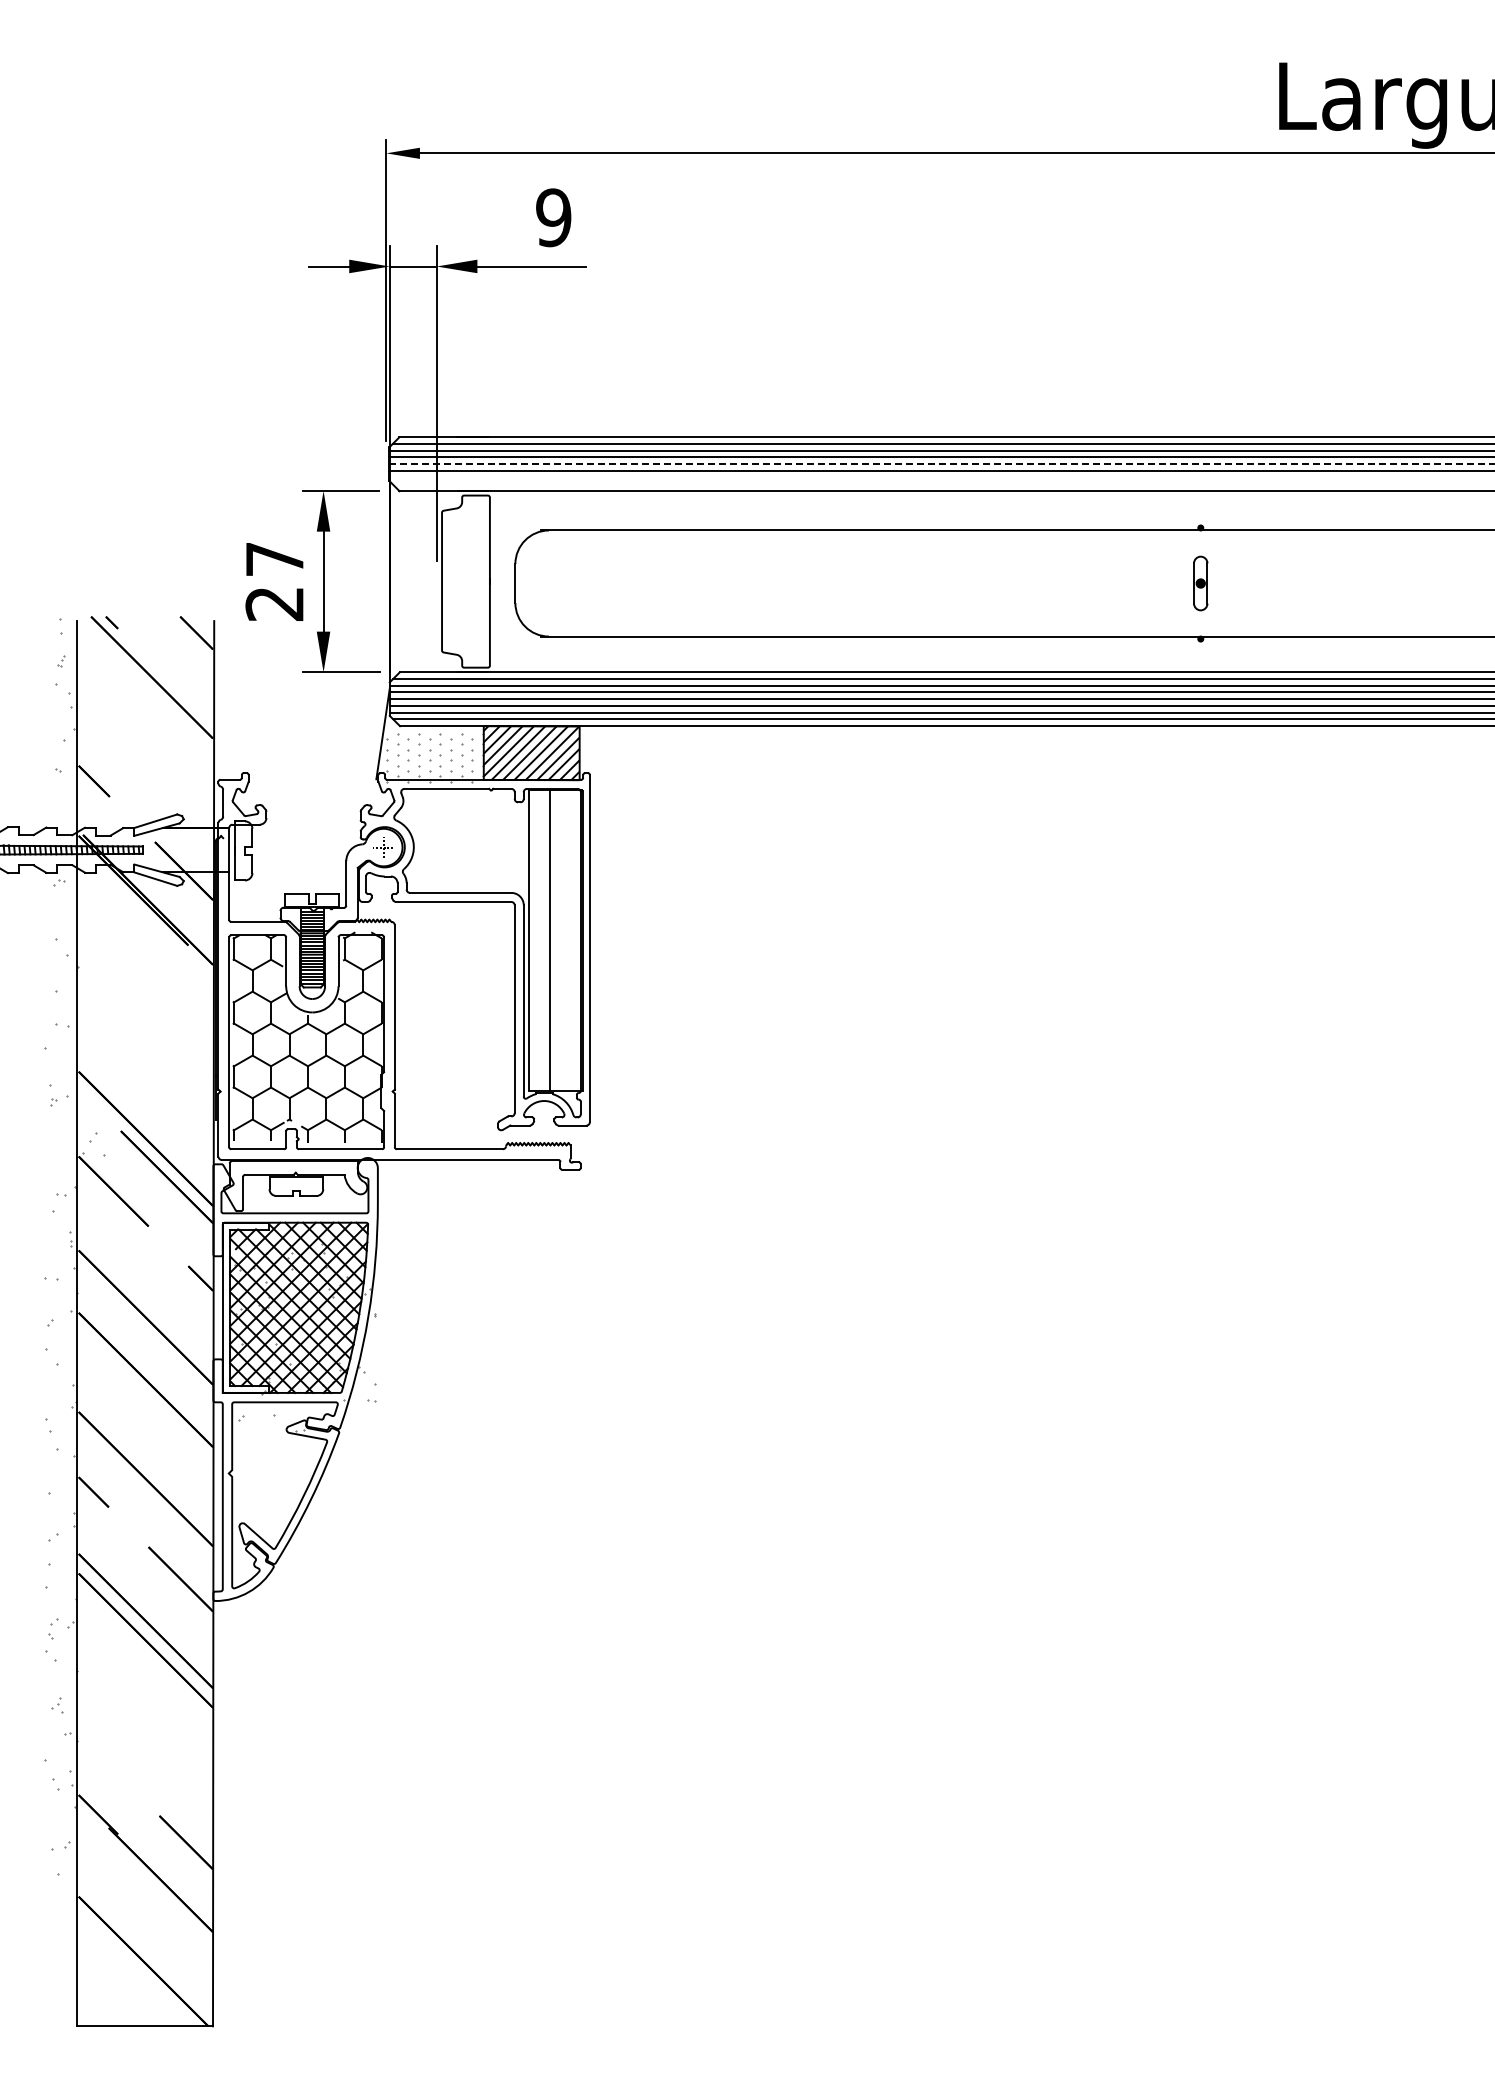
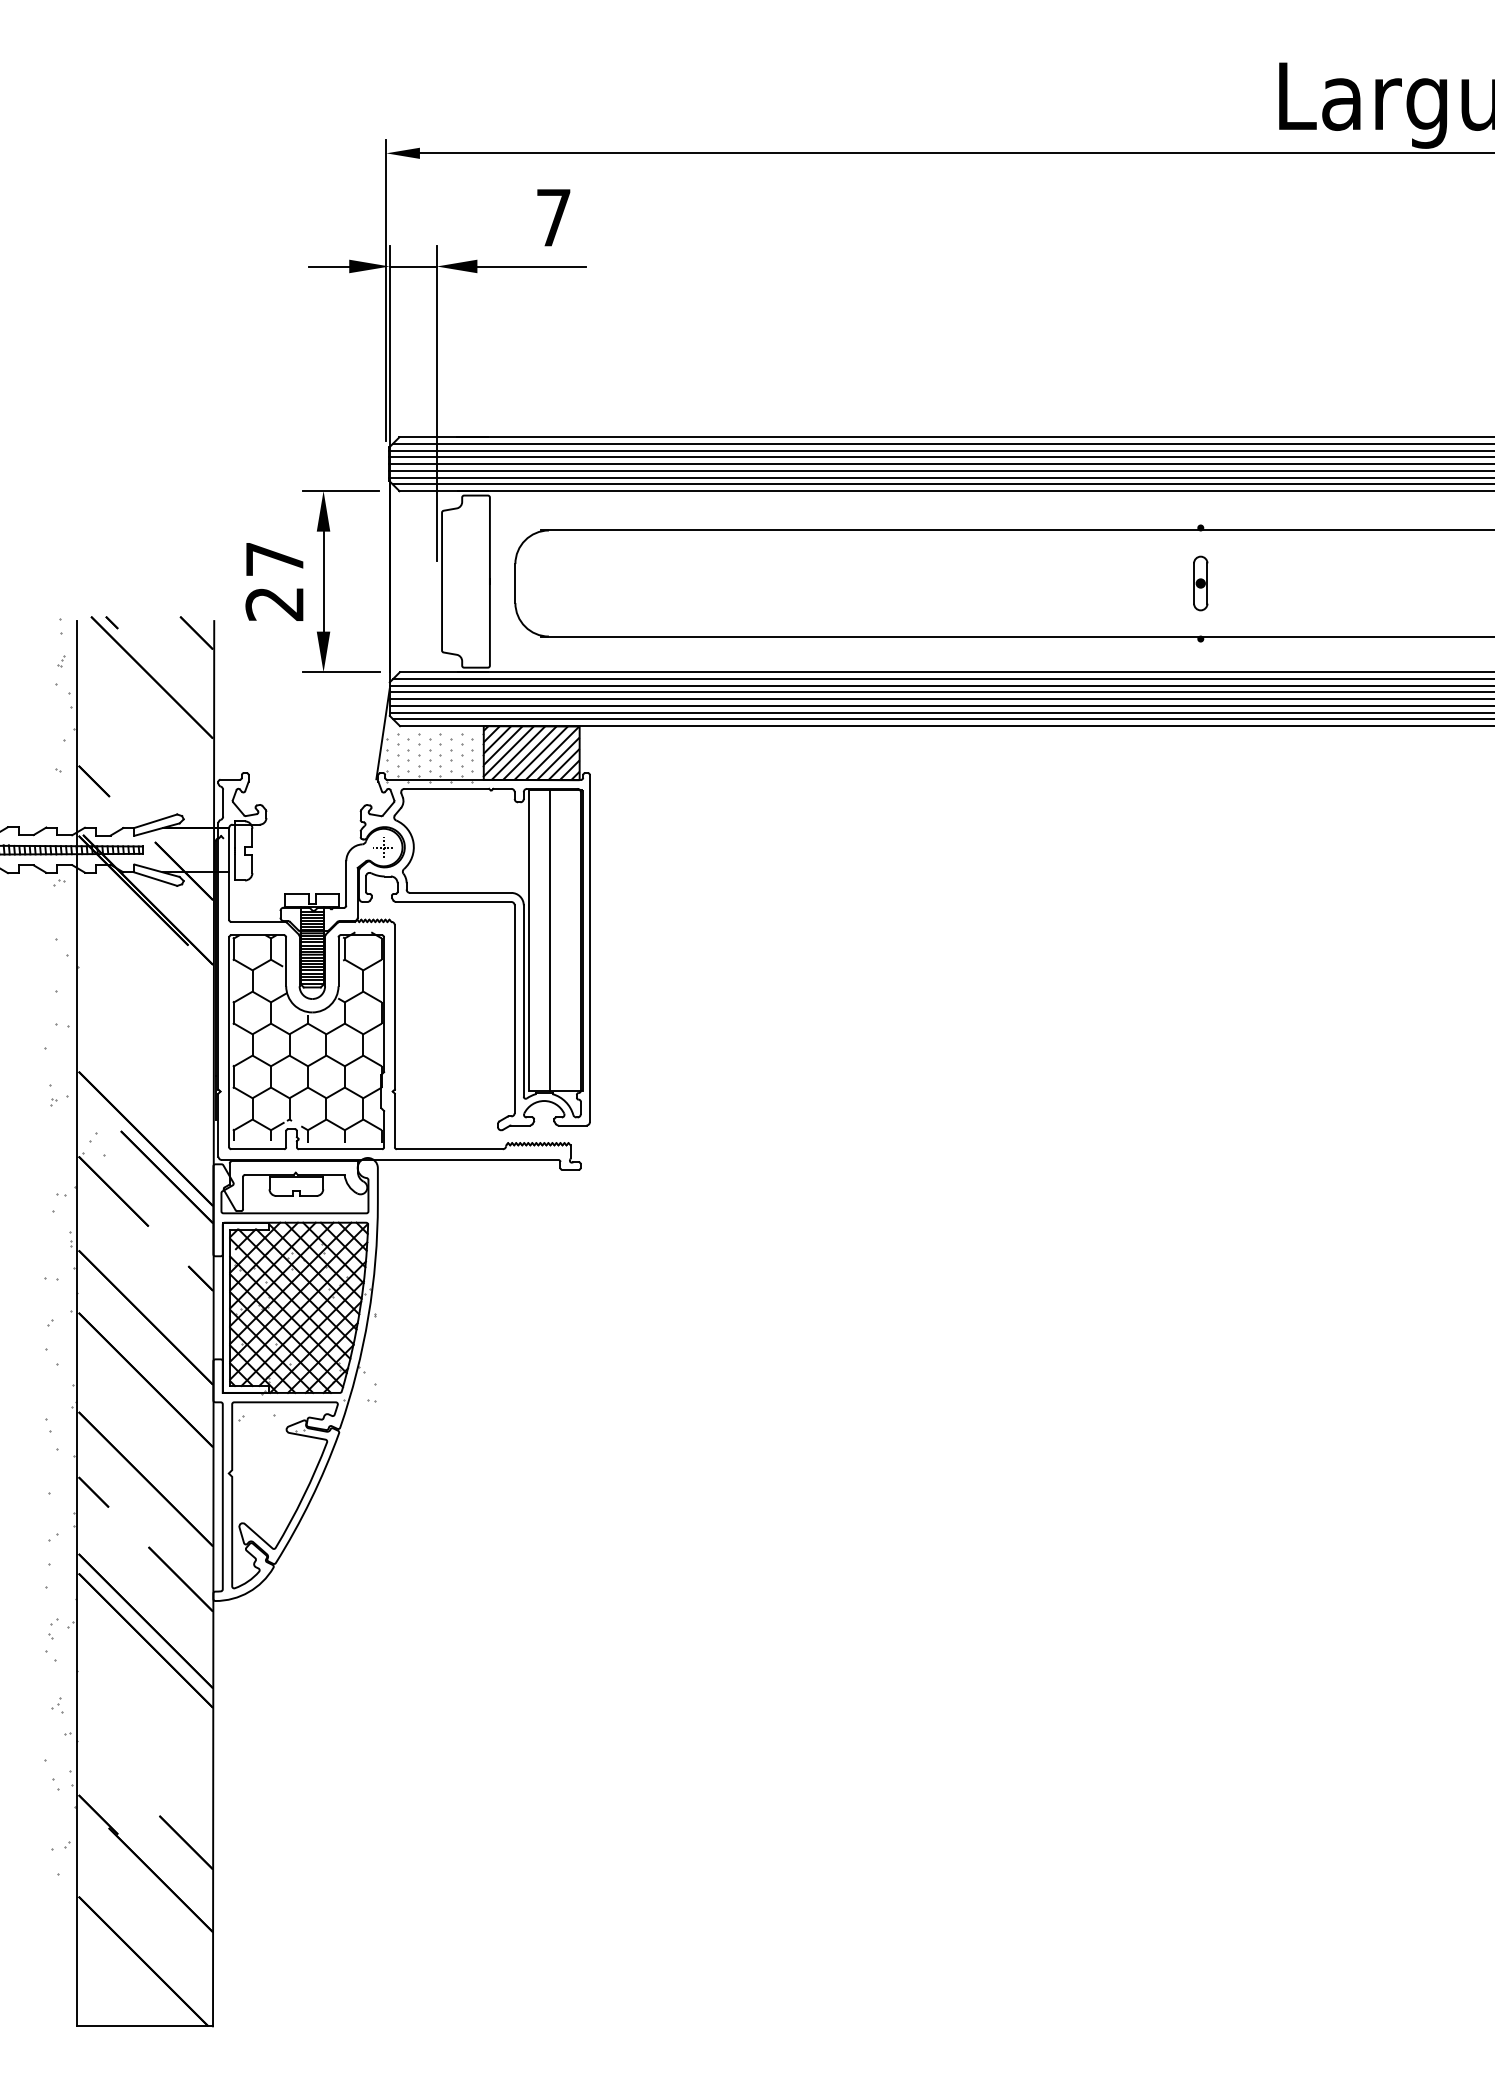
text at (553, 217): 9 -> 7
line at (941, 464): dashed -> solid
line at (940, 477): none -> present
line at (941, 484): none -> present
